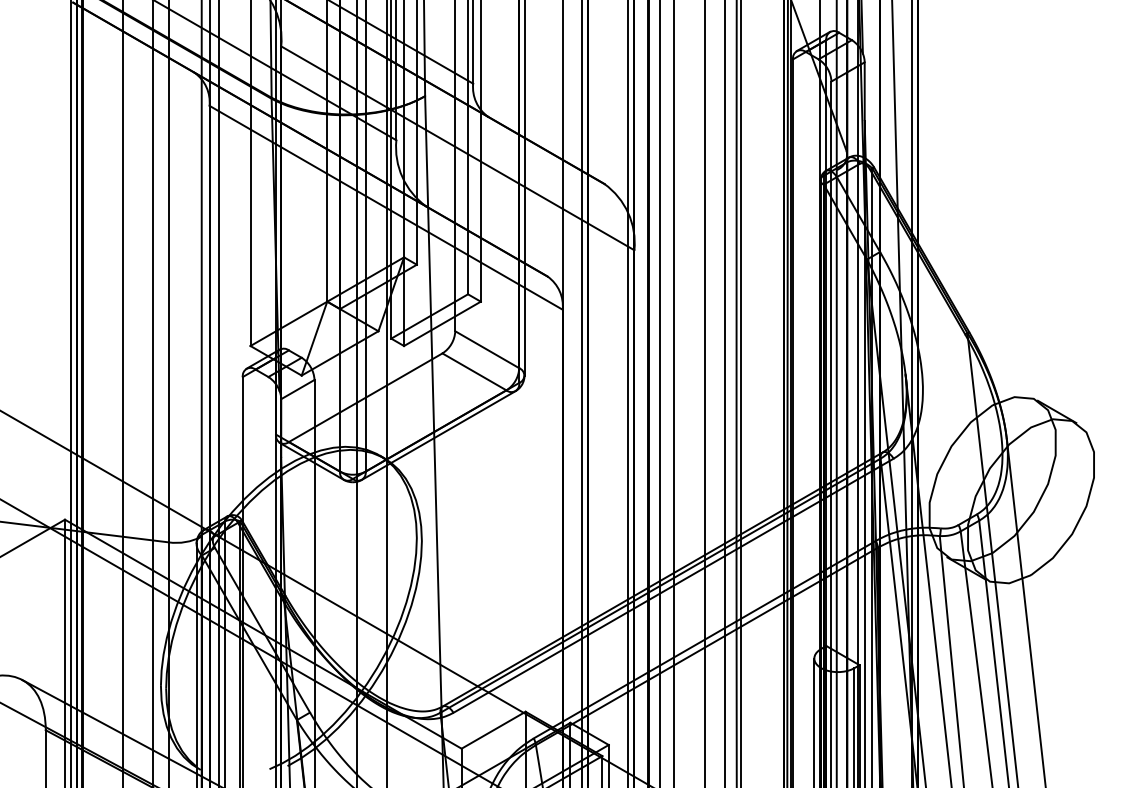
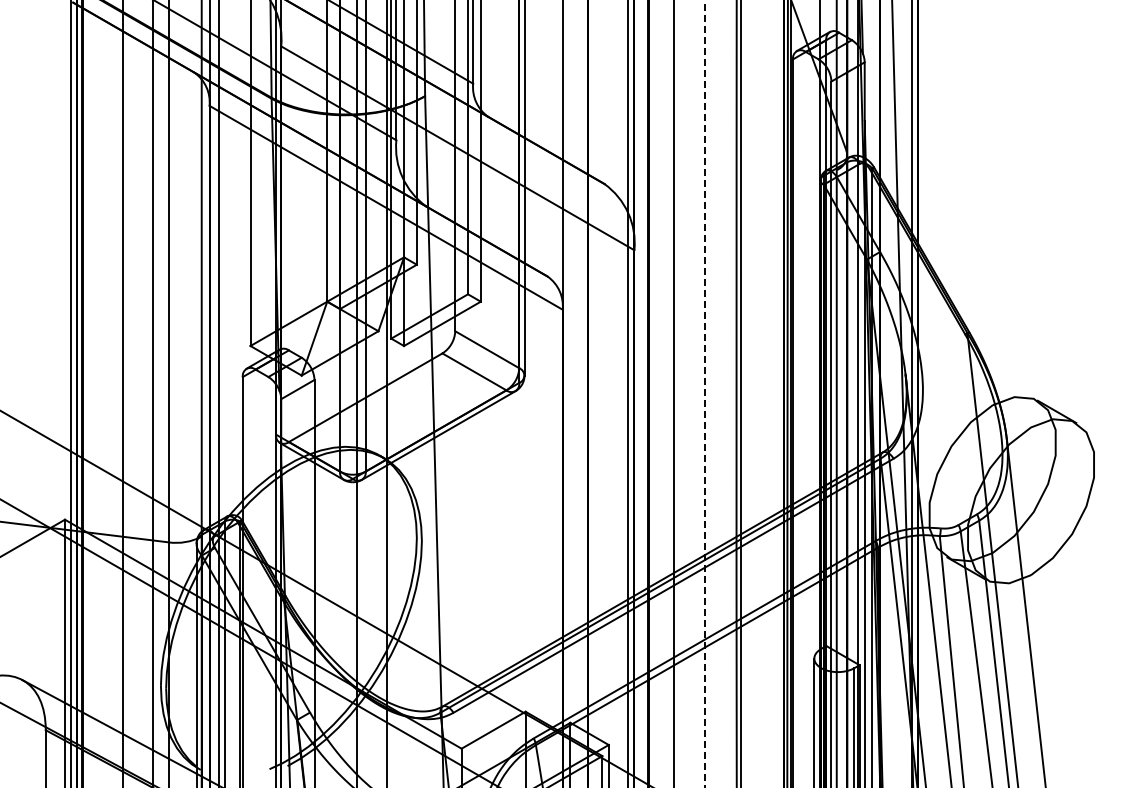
line at (581, 393): present -> none
line at (659, 393): present -> none
line at (704, 393): solid -> dashed
line at (725, 393): present -> none
